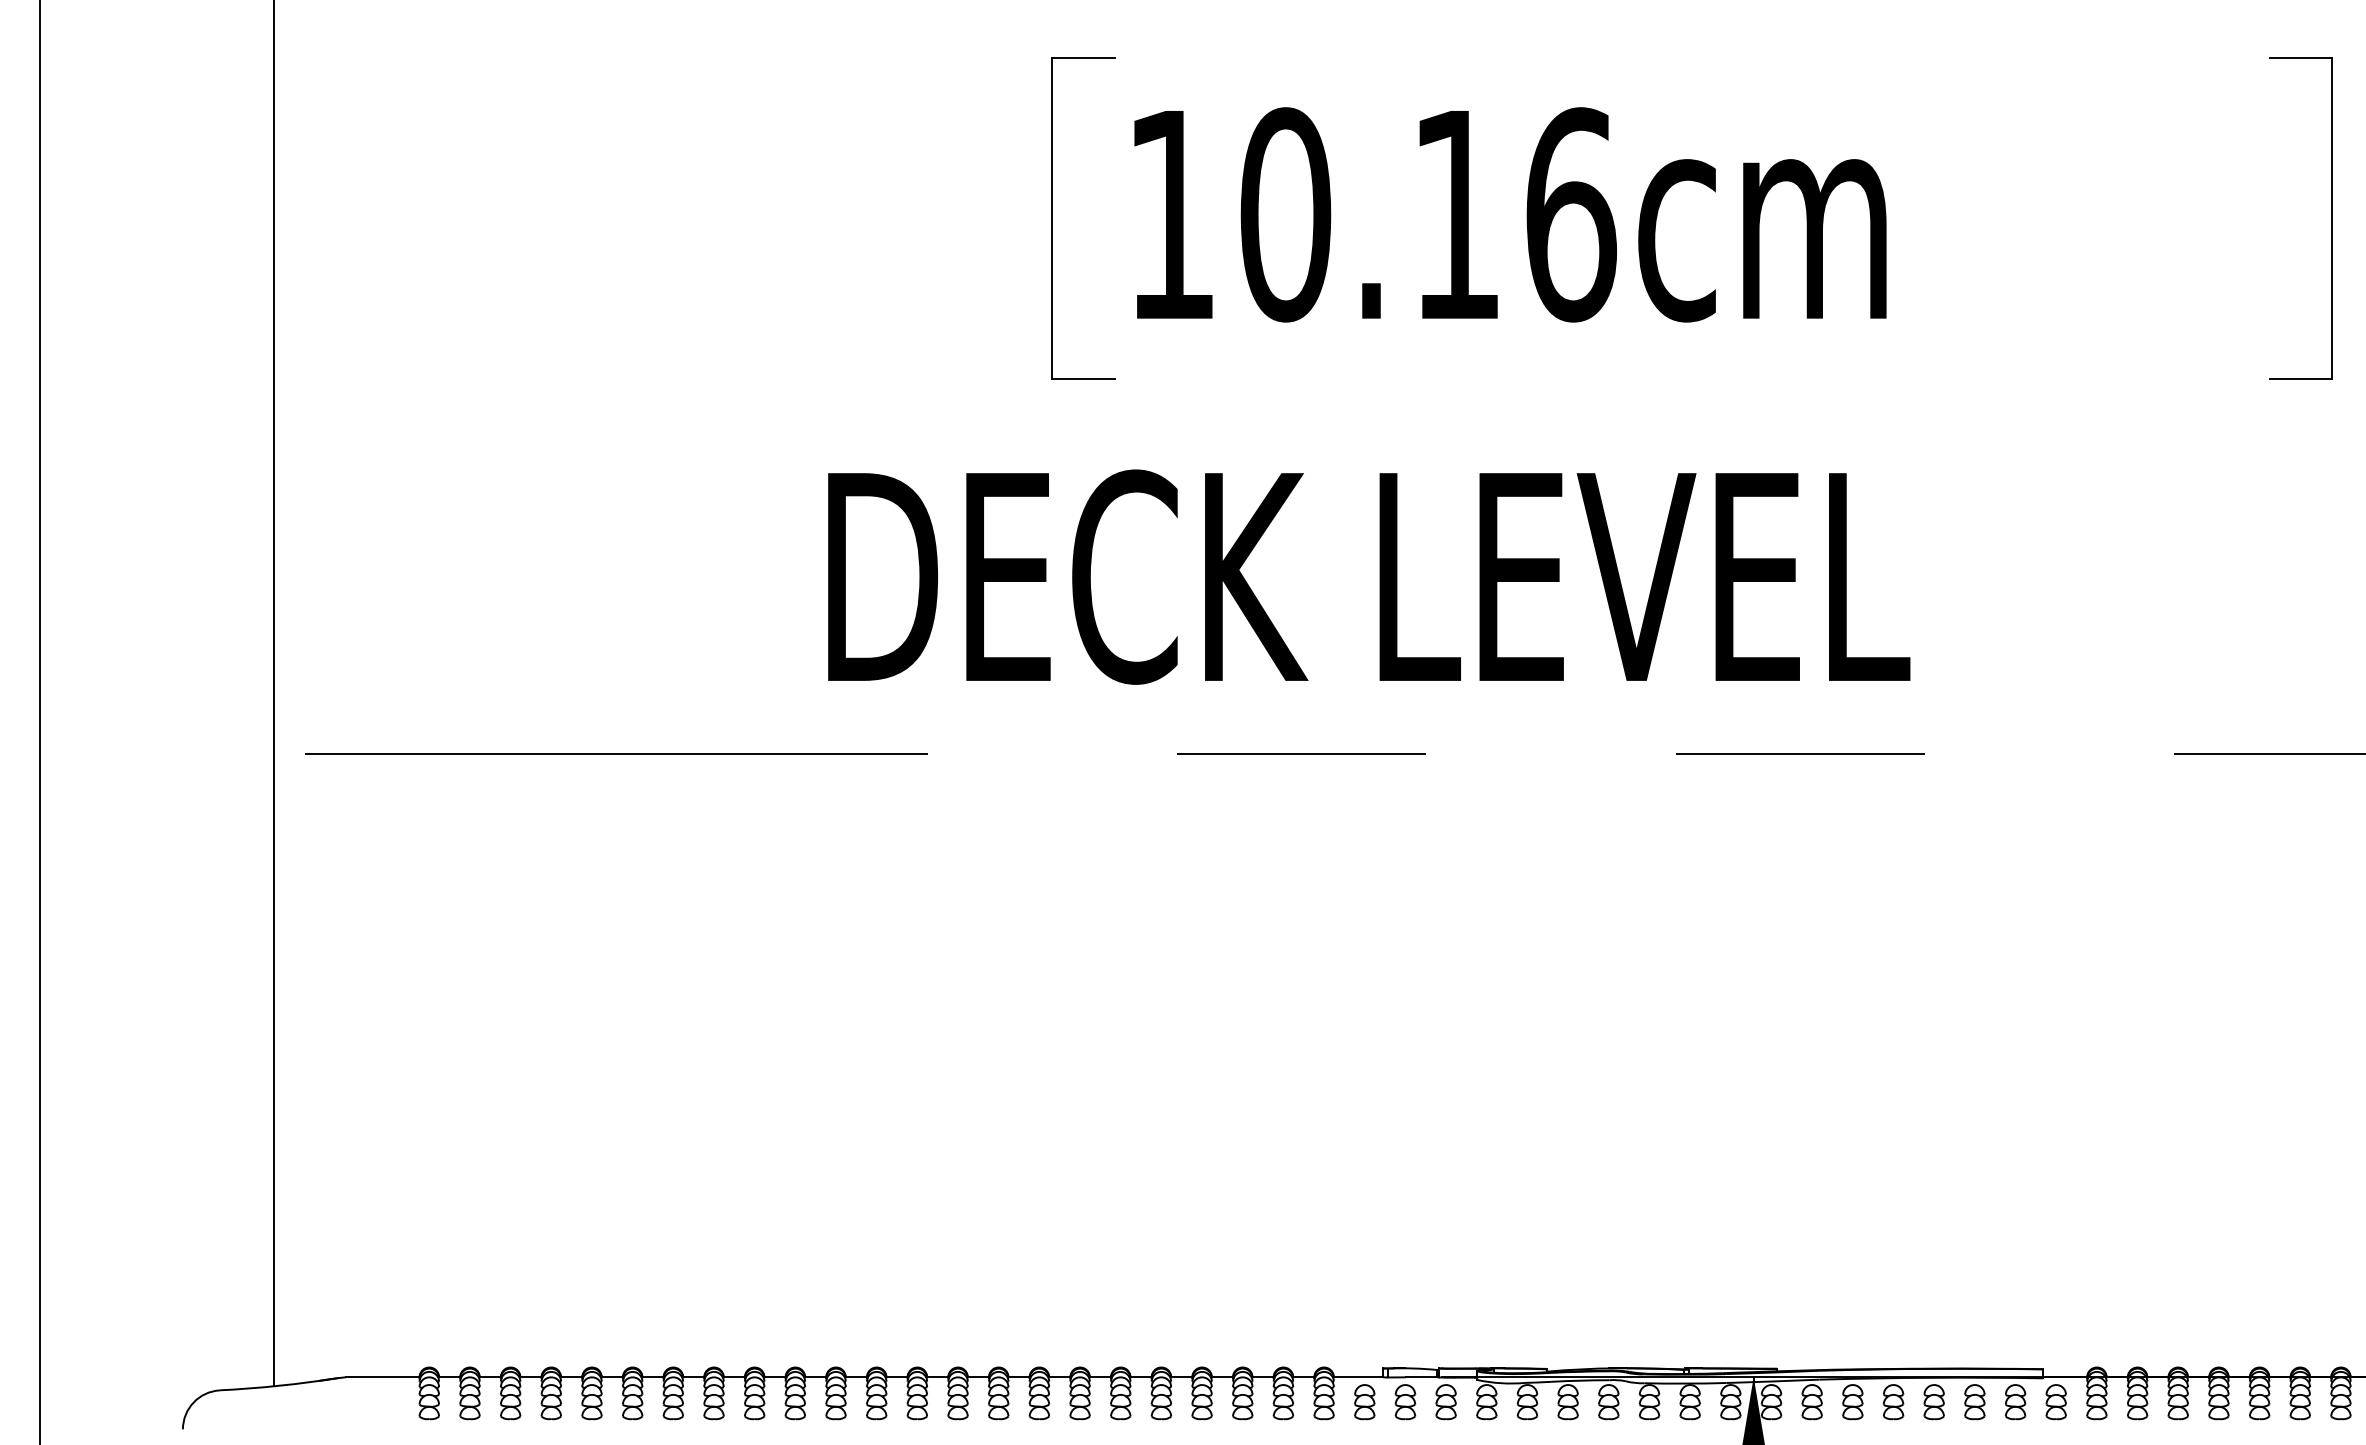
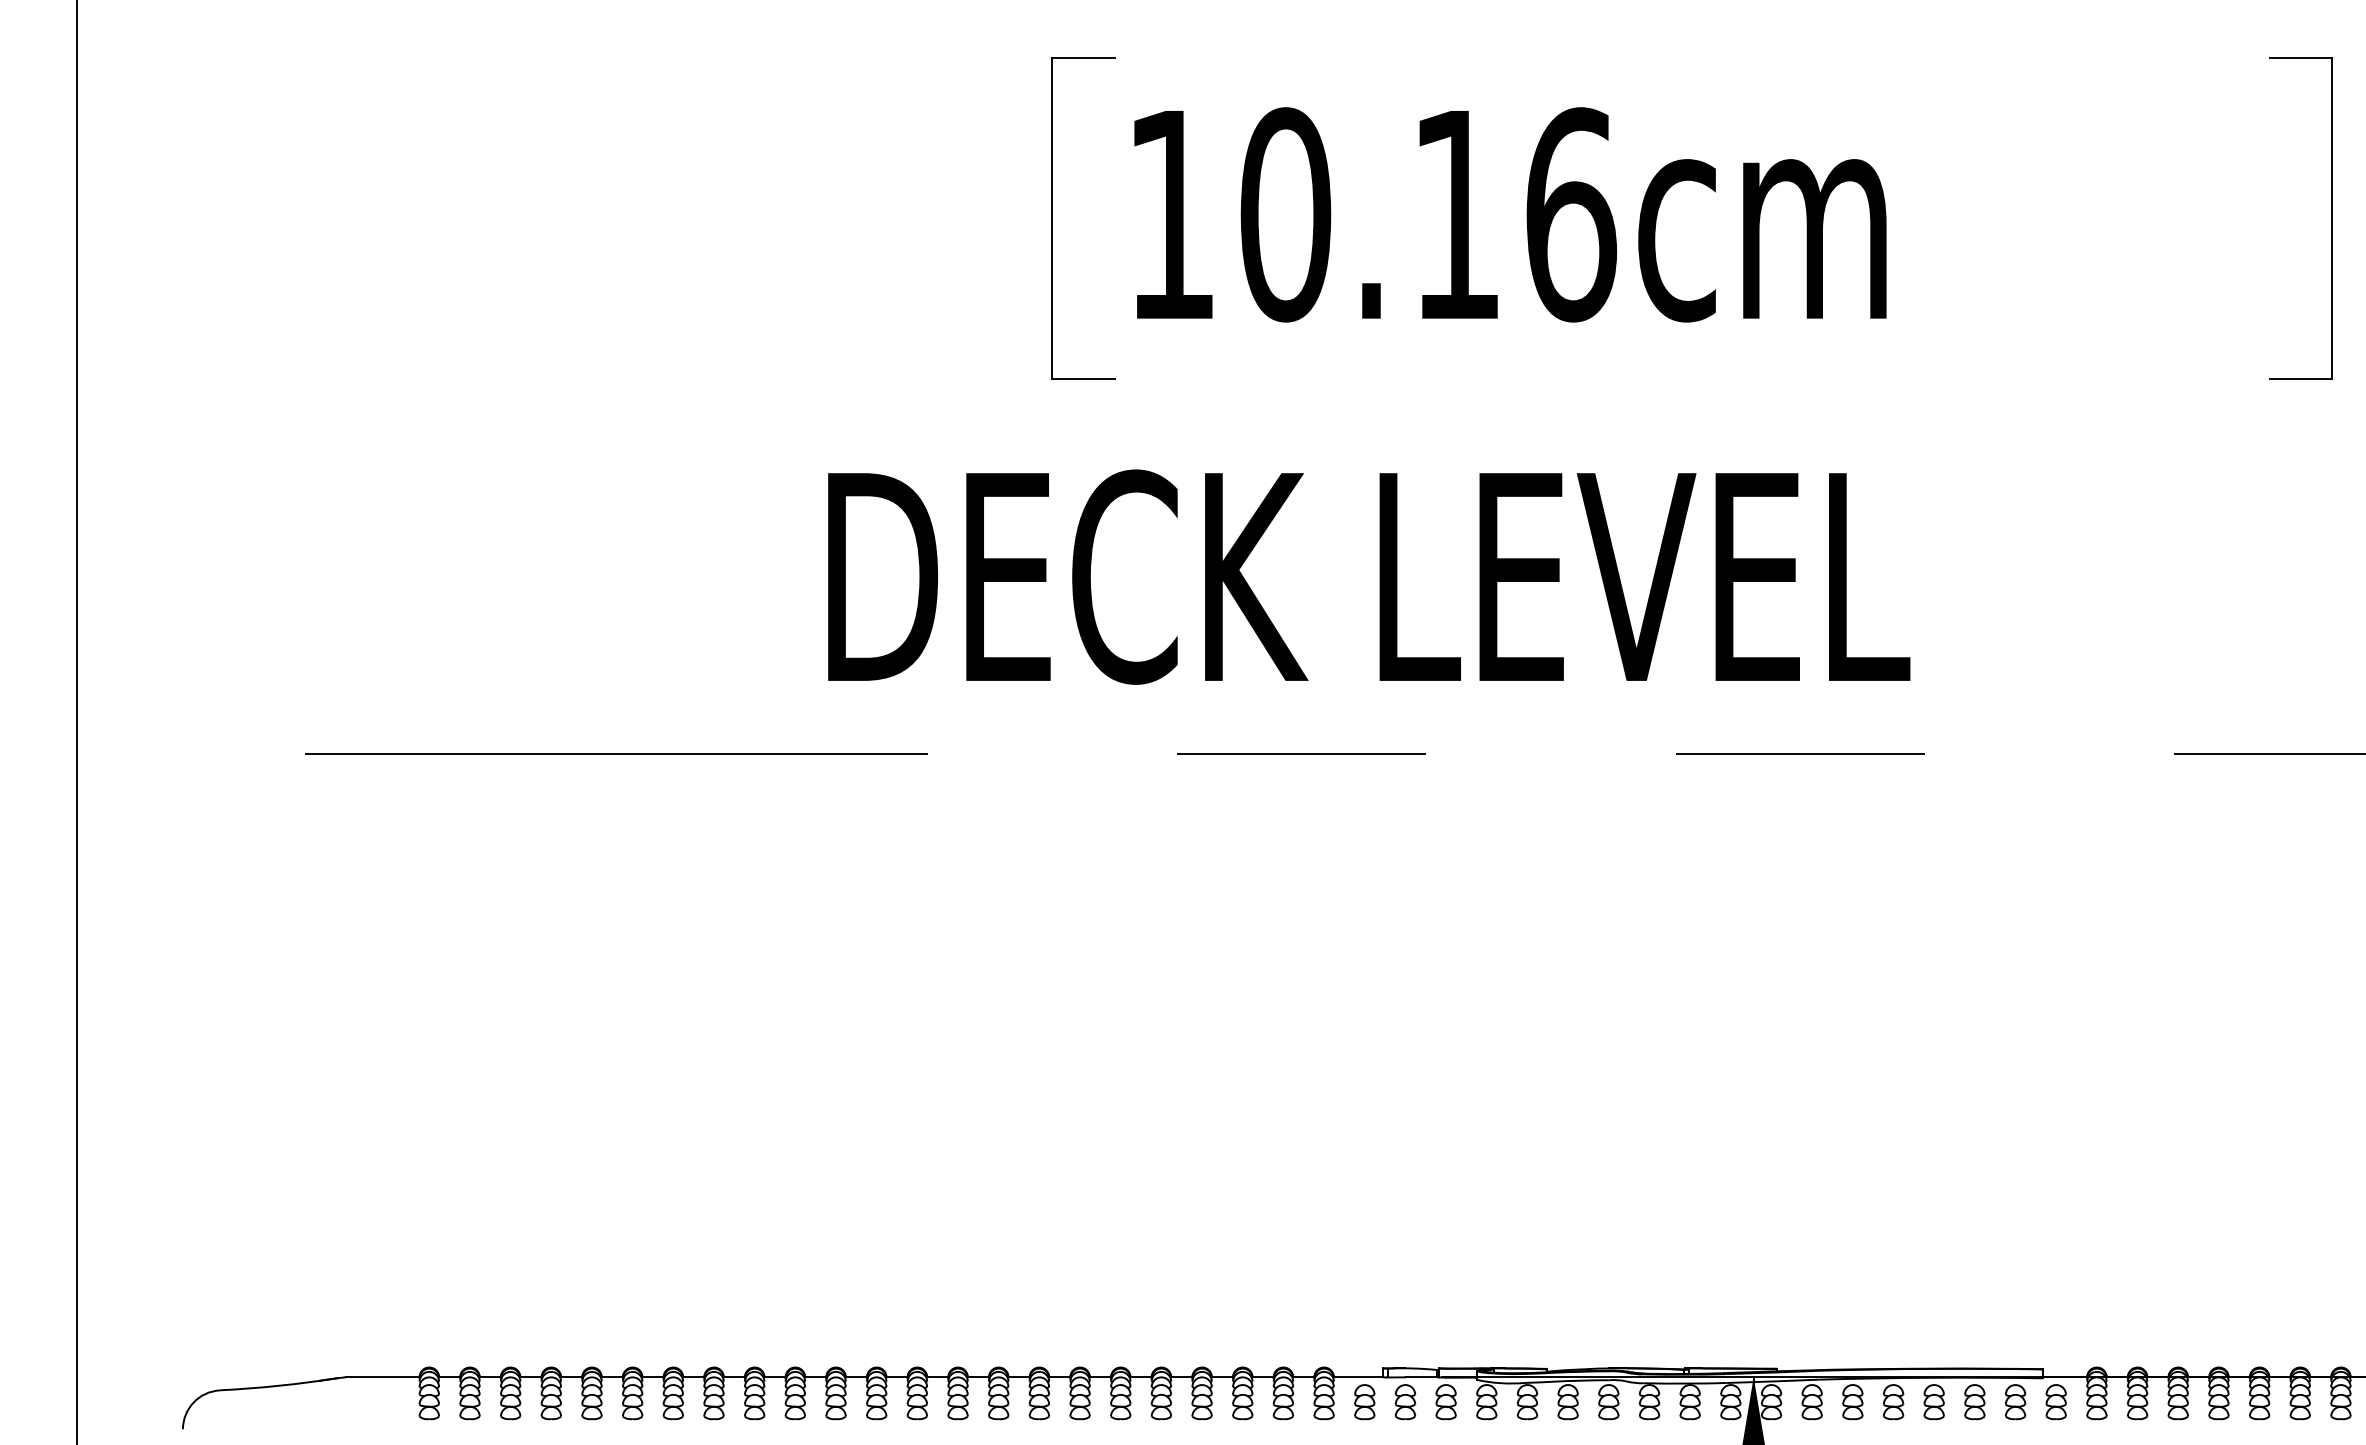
line at (273, 694): present -> none
line at (39, 721) position: (39, 721) -> (76, 721)
